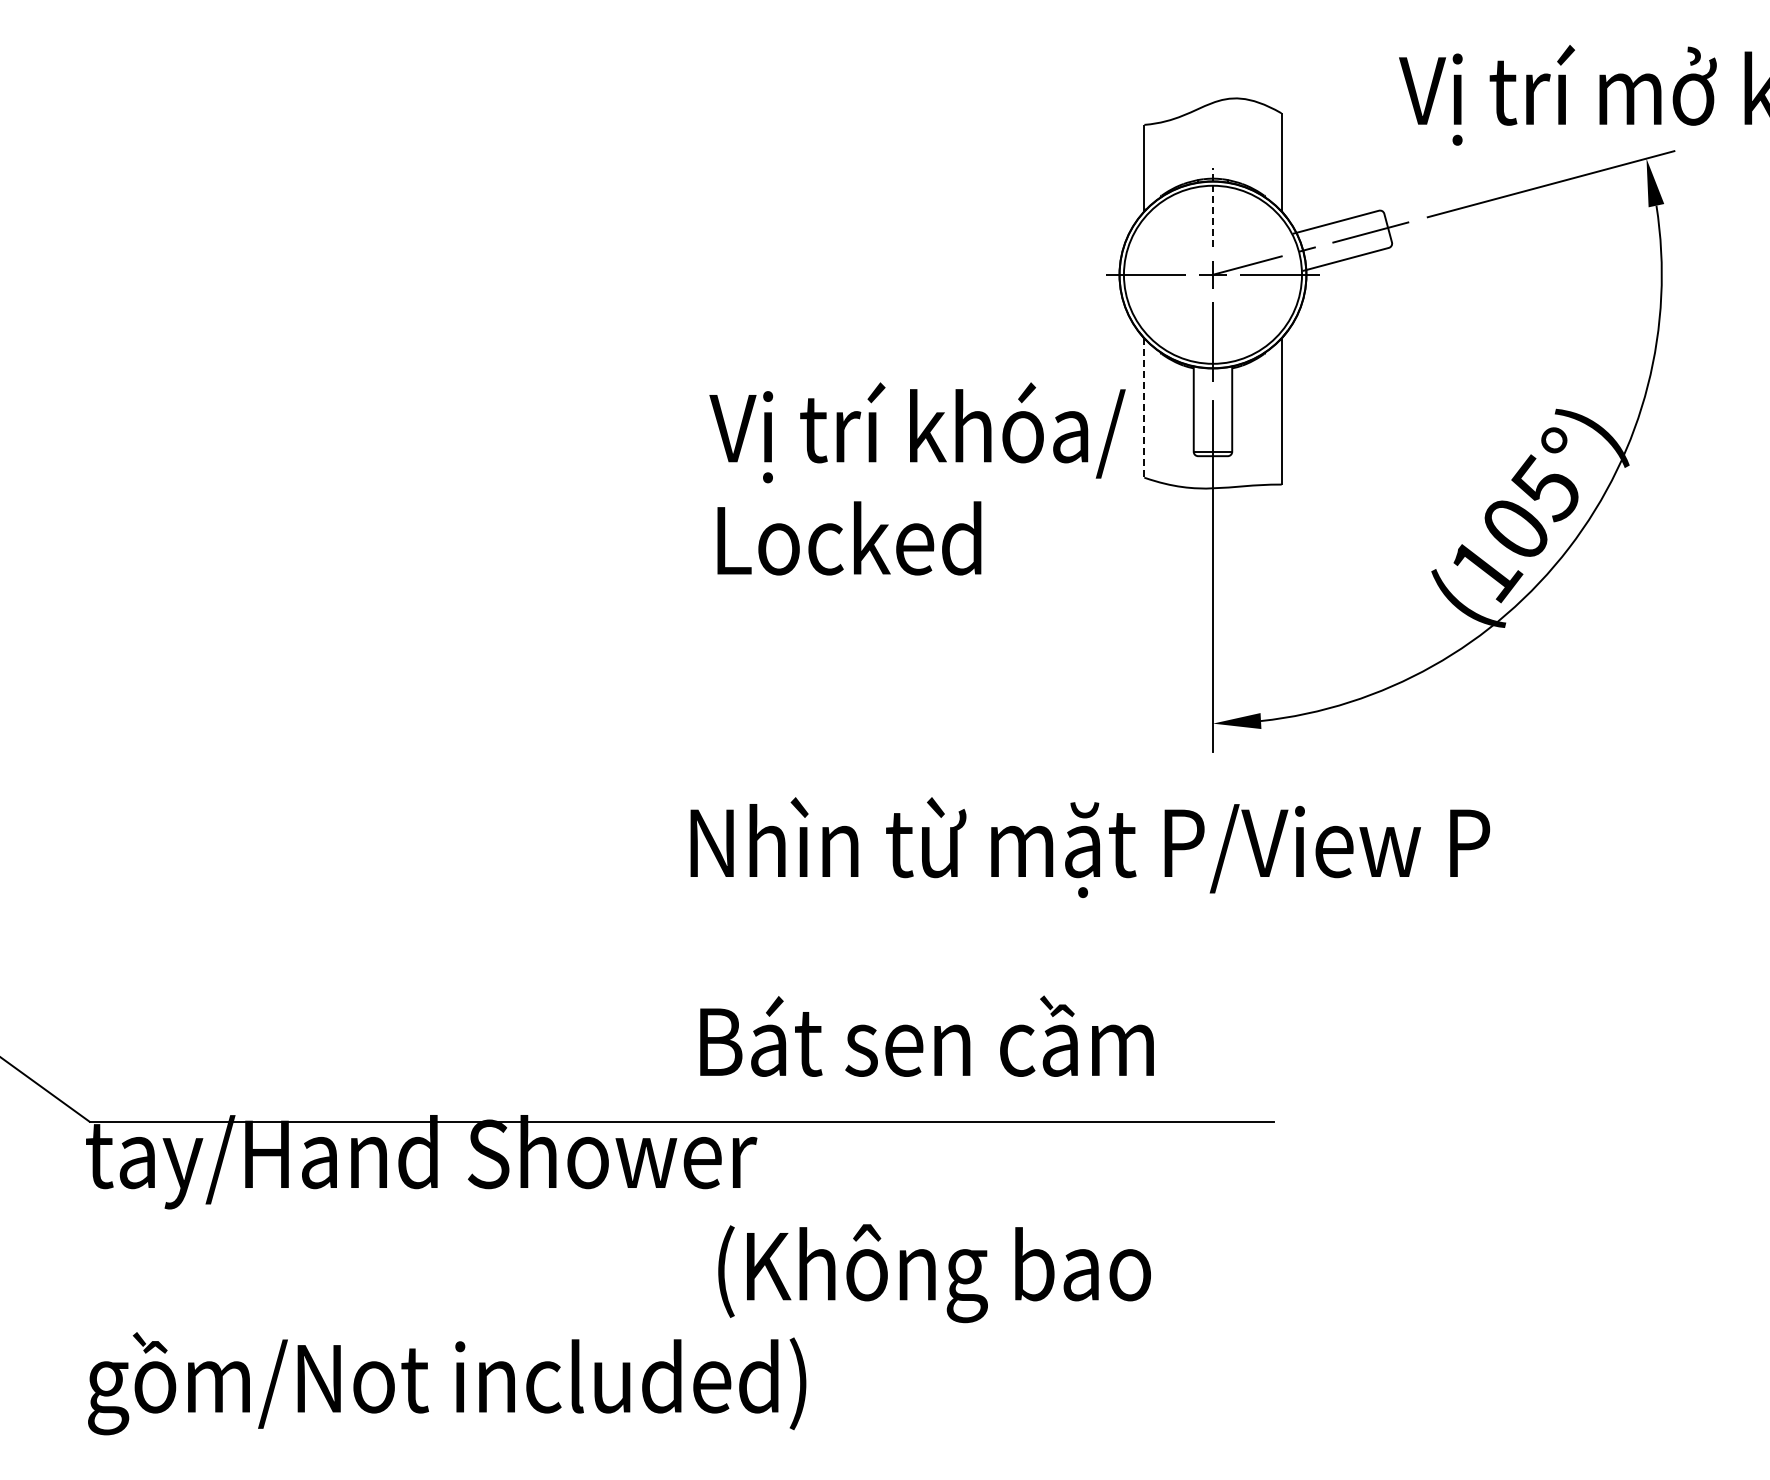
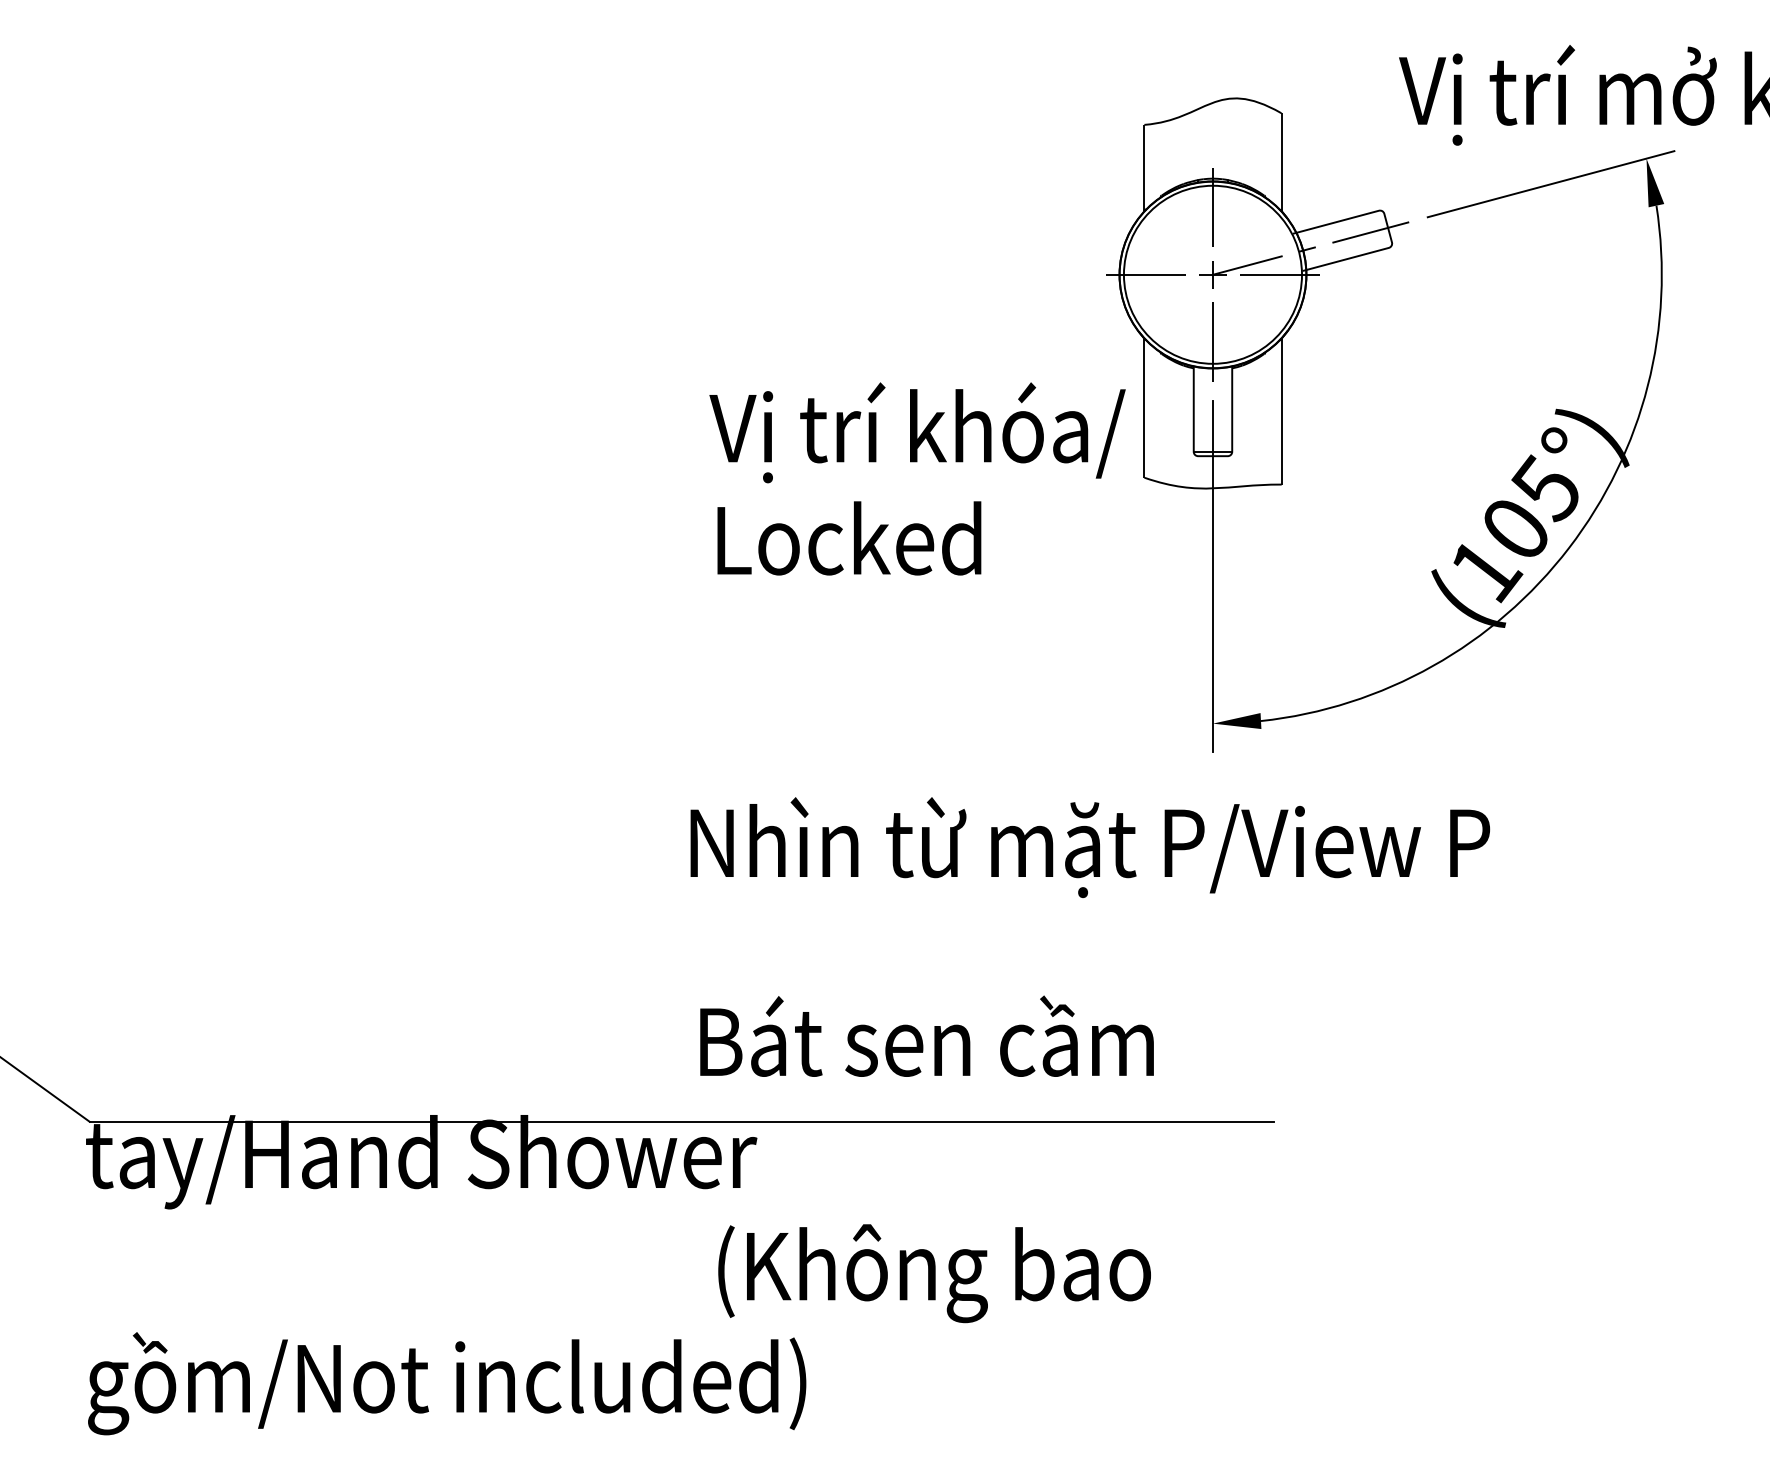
line at (1212, 207): dashed -> solid
line at (1144, 408): dashed -> solid
